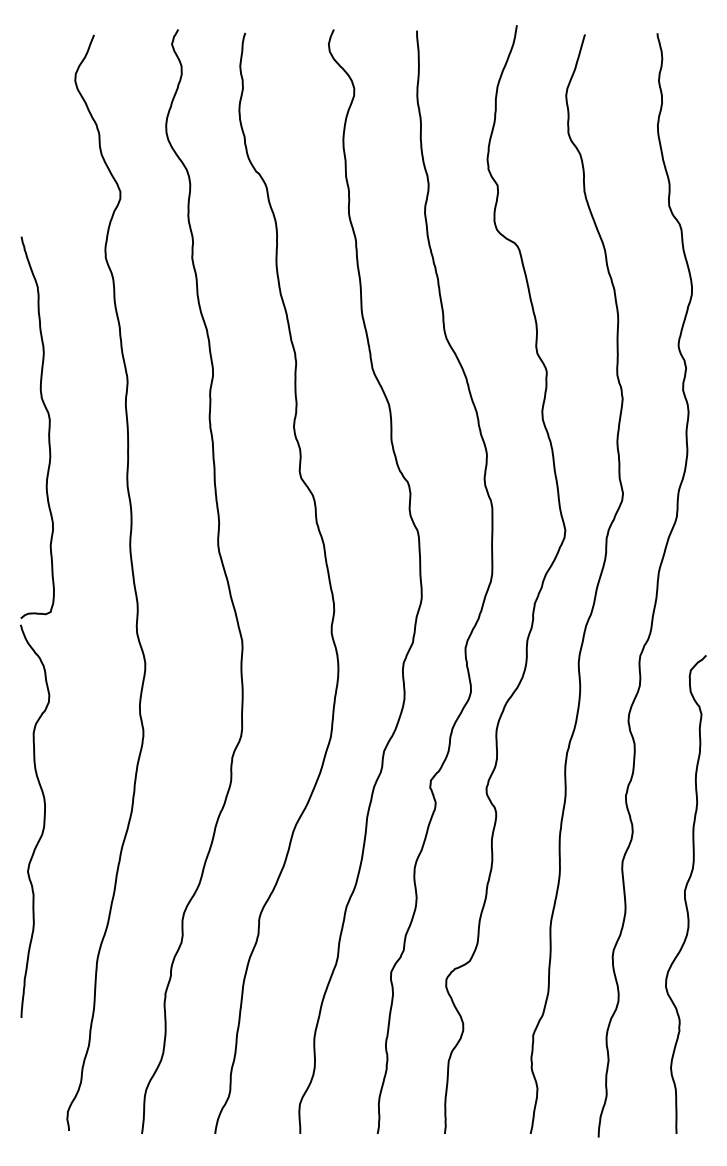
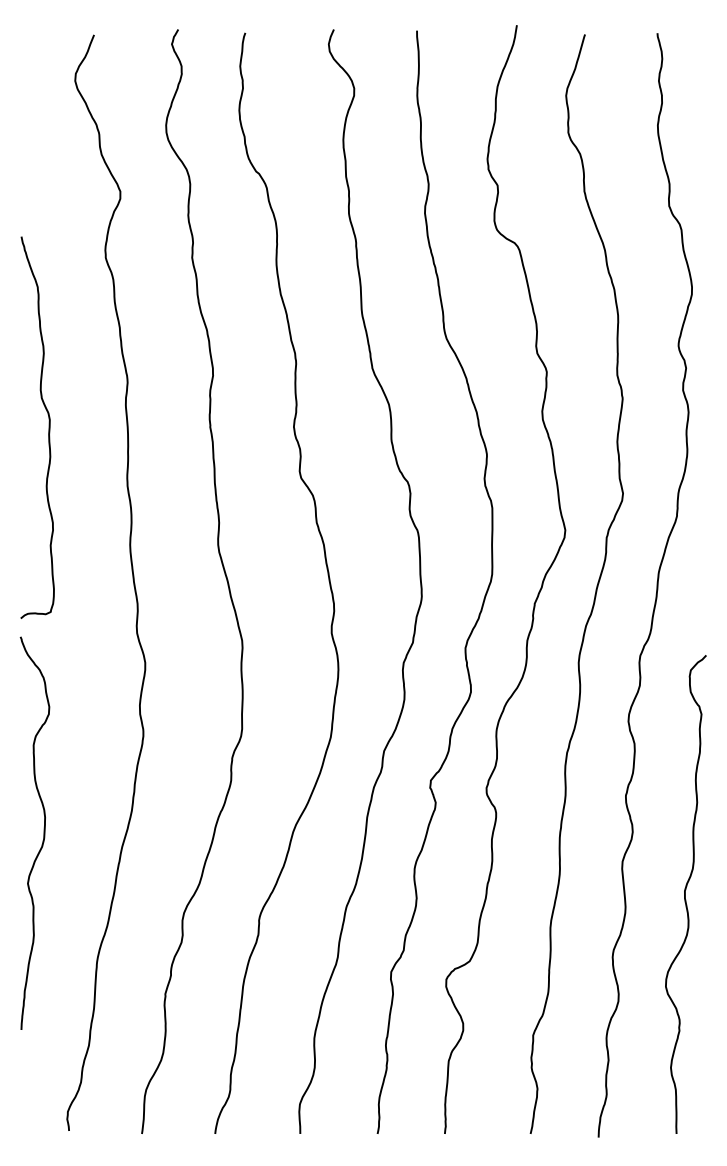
curve at (43, 820) position: (43, 820) -> (43, 832)
